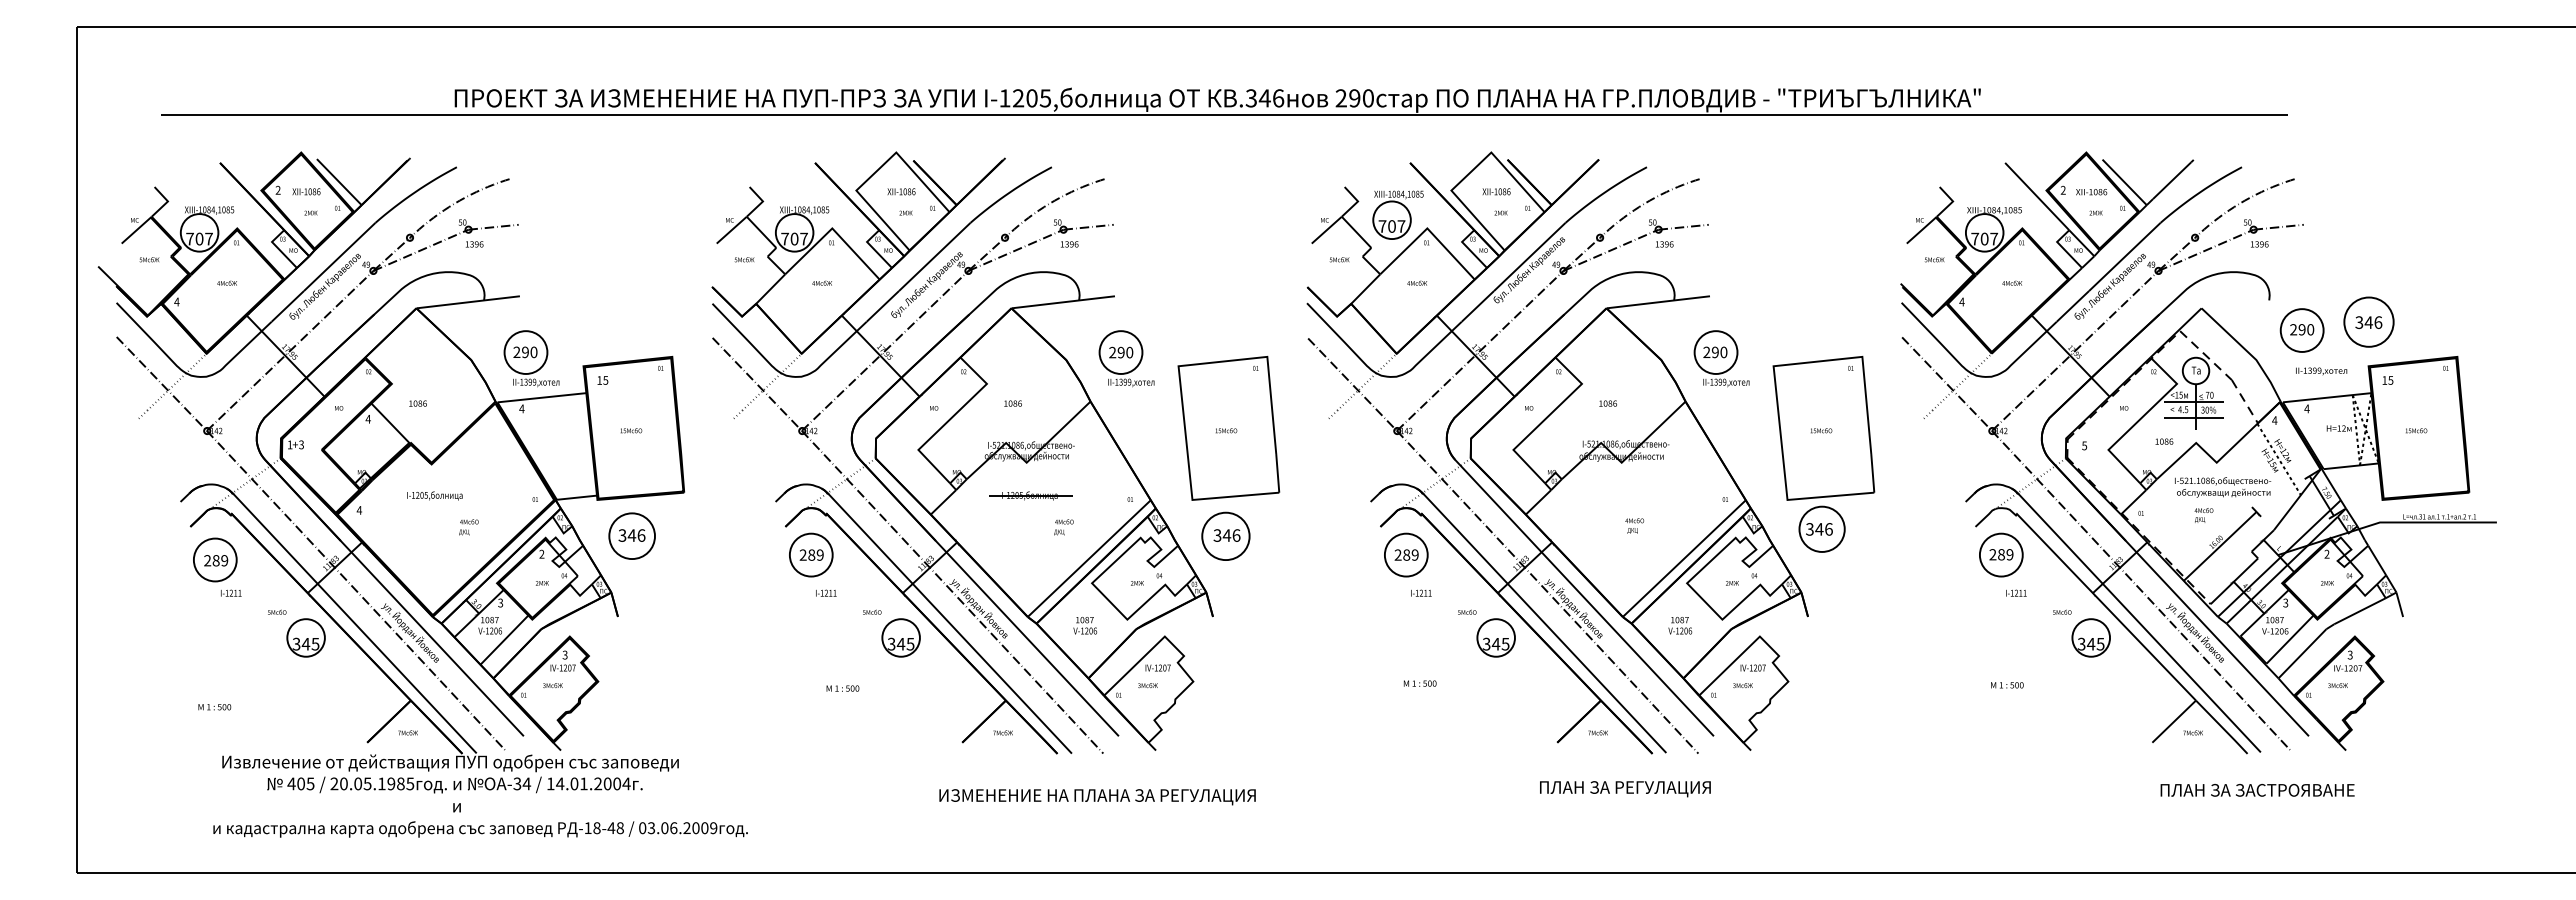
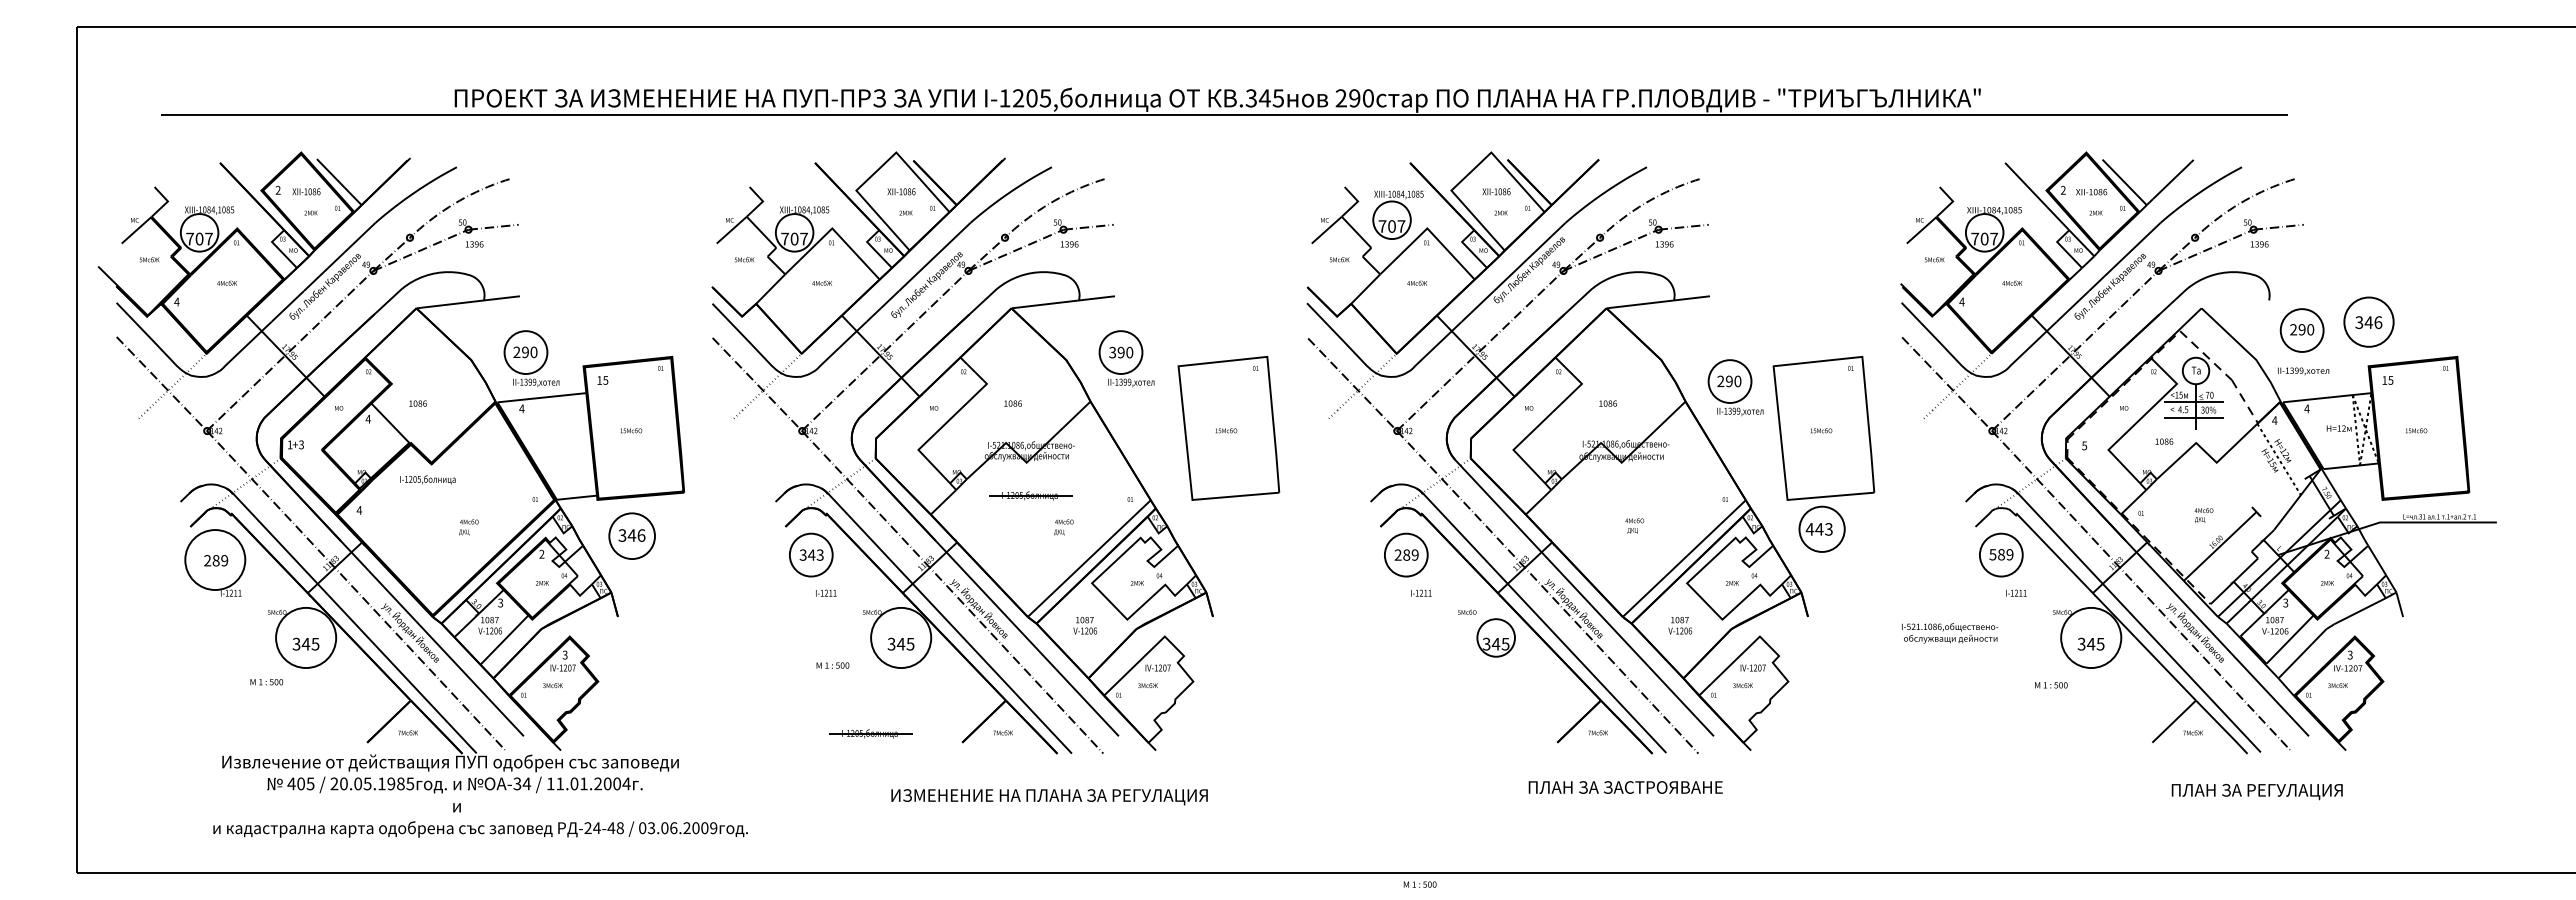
text at (1278, 98): .346 -> .345
text at (1112, 352): 290 -> 390
part at (1721, 358) position: (1721, 358) -> (1735, 387)
text at (2321, 371) position: (2321, 371) -> (2303, 371)
text at (2223, 487) position: (2223, 487) -> (1950, 633)
text at (434, 495) position: (434, 495) -> (427, 479)
text at (1818, 529): 346 -> 443
part at (1225, 535): present -> none
text at (811, 554): 289 -> 343
text at (1992, 554): 289 -> 589
circle at (214, 559) diameter: 43 px -> 60 px
circle at (305, 637) diameter: 38 px -> 60 px
circle at (900, 637) diameter: 38 px -> 60 px
circle at (2091, 637) diameter: 38 px -> 60 px
text at (1419, 683) position: (1419, 683) -> (1419, 884)
text at (2007, 685) position: (2007, 685) -> (2051, 685)
text at (842, 688) position: (842, 688) -> (832, 665)
text at (214, 707) position: (214, 707) -> (266, 682)
part at (870, 733): none -> present
text at (560, 783): 14.01.2004 -> 11.01.2004
text at (1625, 789): ПЛАН ЗА РЕГУЛАЦИЯ -> ПЛАН ЗА ЗАСТРОЯВАНЕ
text at (2257, 791): ПЛАН ЗА ЗАСТРОЯВАНЕ -> ПЛАН ЗА РЕГУЛАЦИЯ
text at (1097, 797) position: (1097, 797) -> (1049, 797)
text at (592, 828): -18-48 -> -24-48
